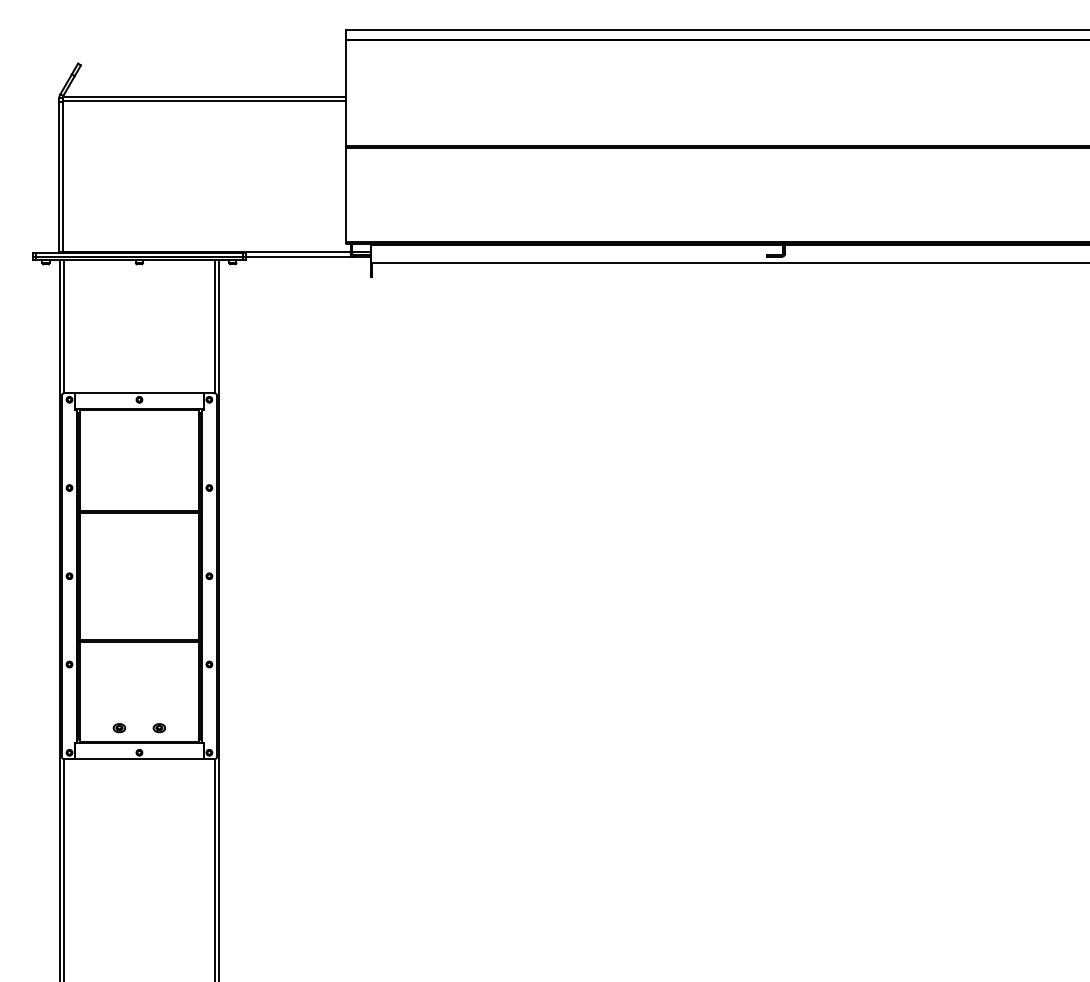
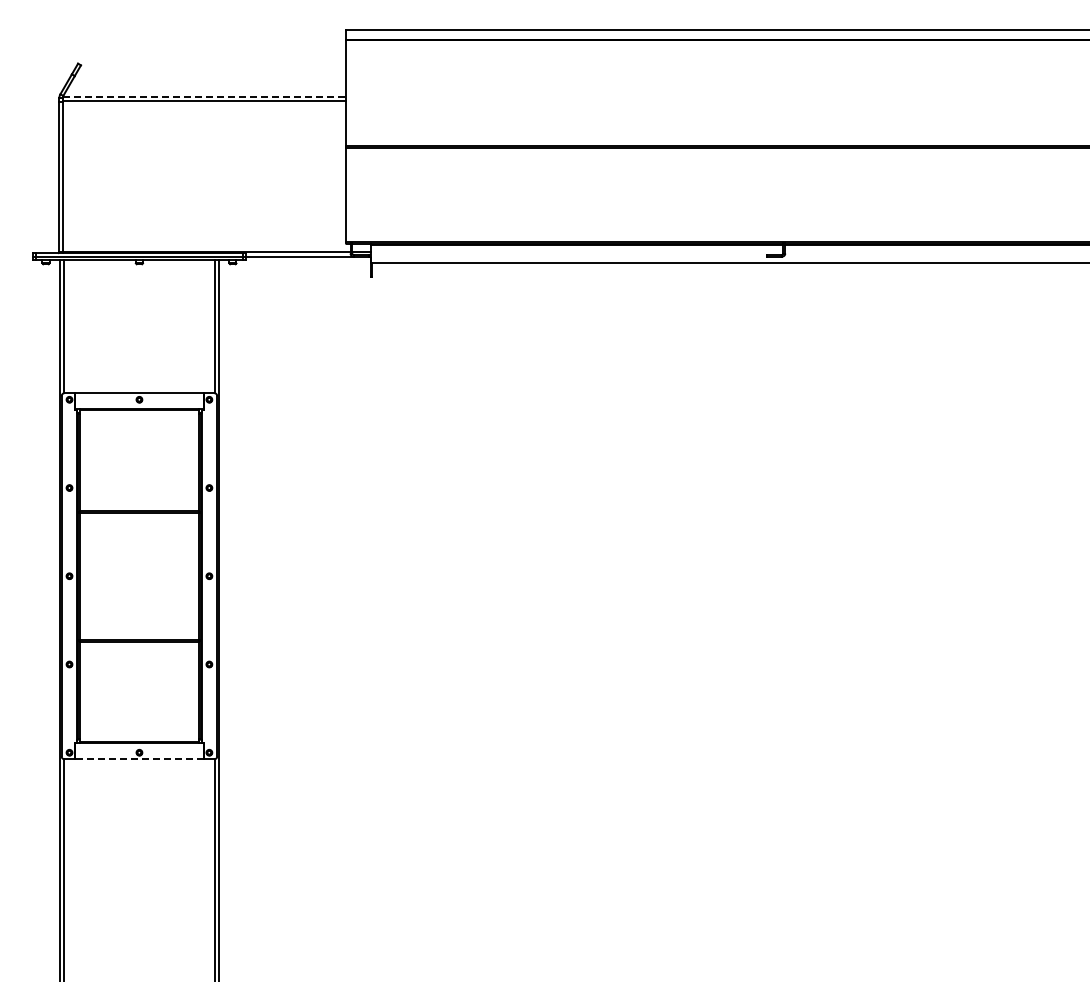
line at (204, 96): solid -> dashed
part at (119, 728): present -> none
part at (159, 728): present -> none
line at (139, 759): solid -> dashed
